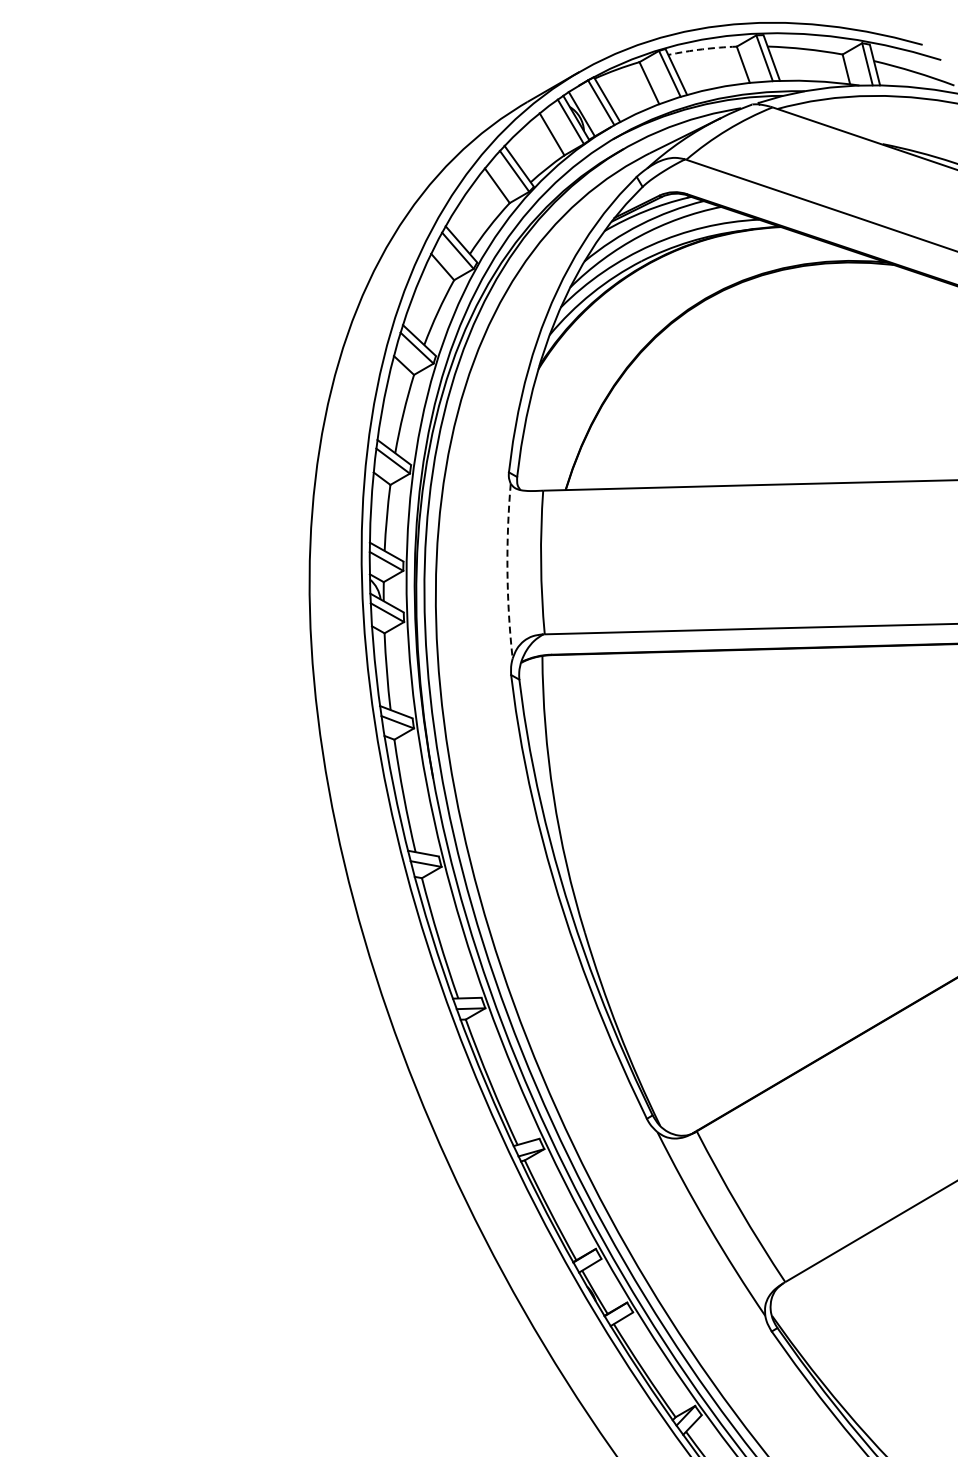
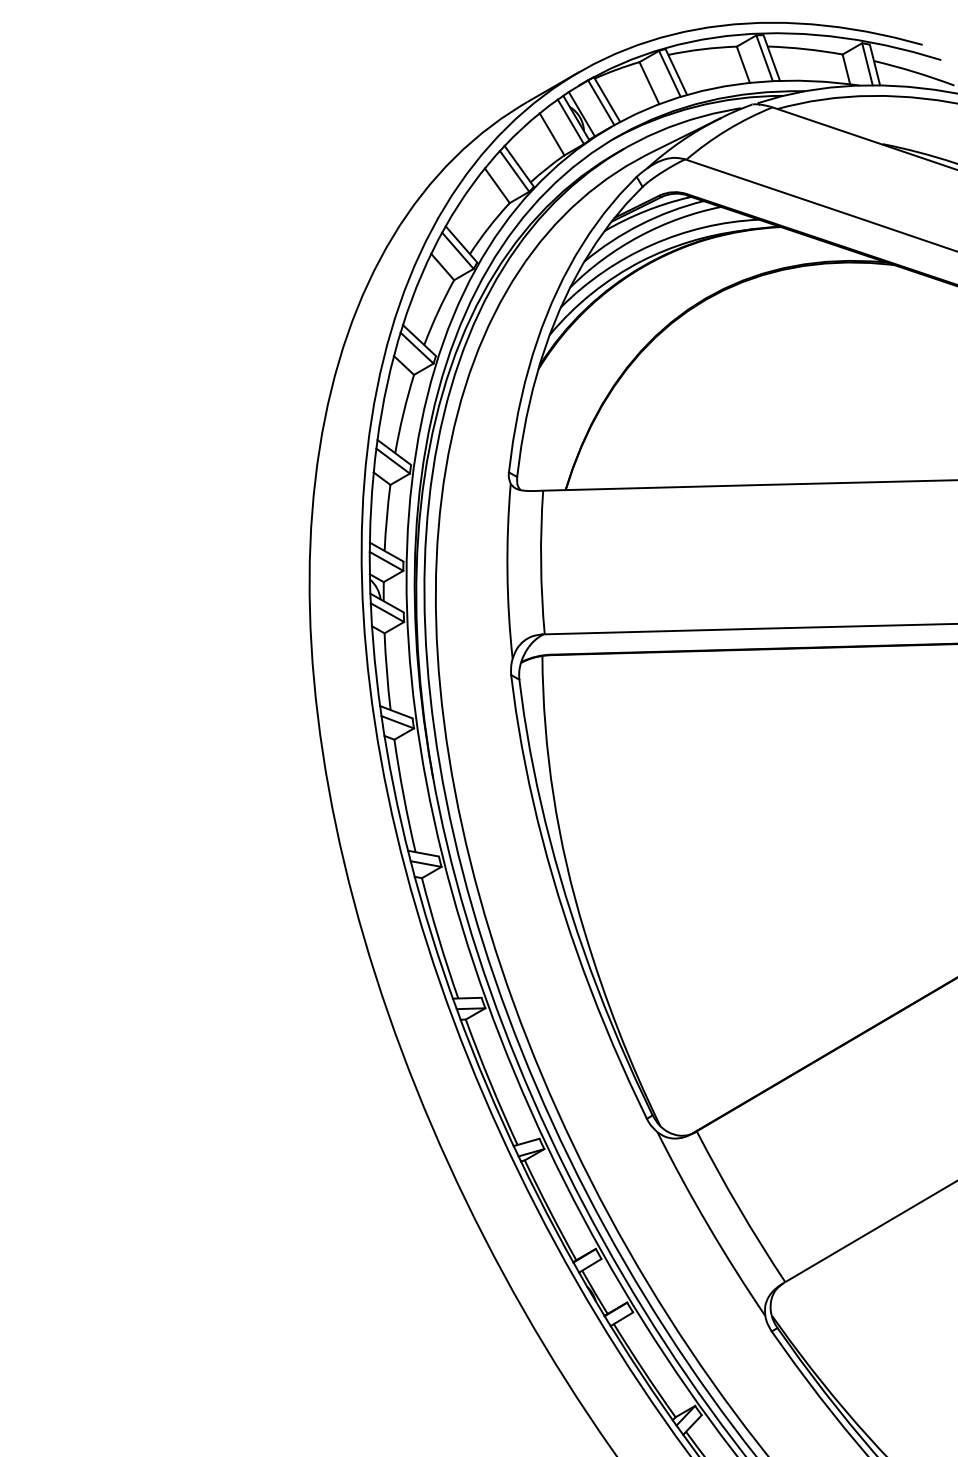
arc at (702, 49): dashed -> solid
arc at (507, 571): dashed -> solid
